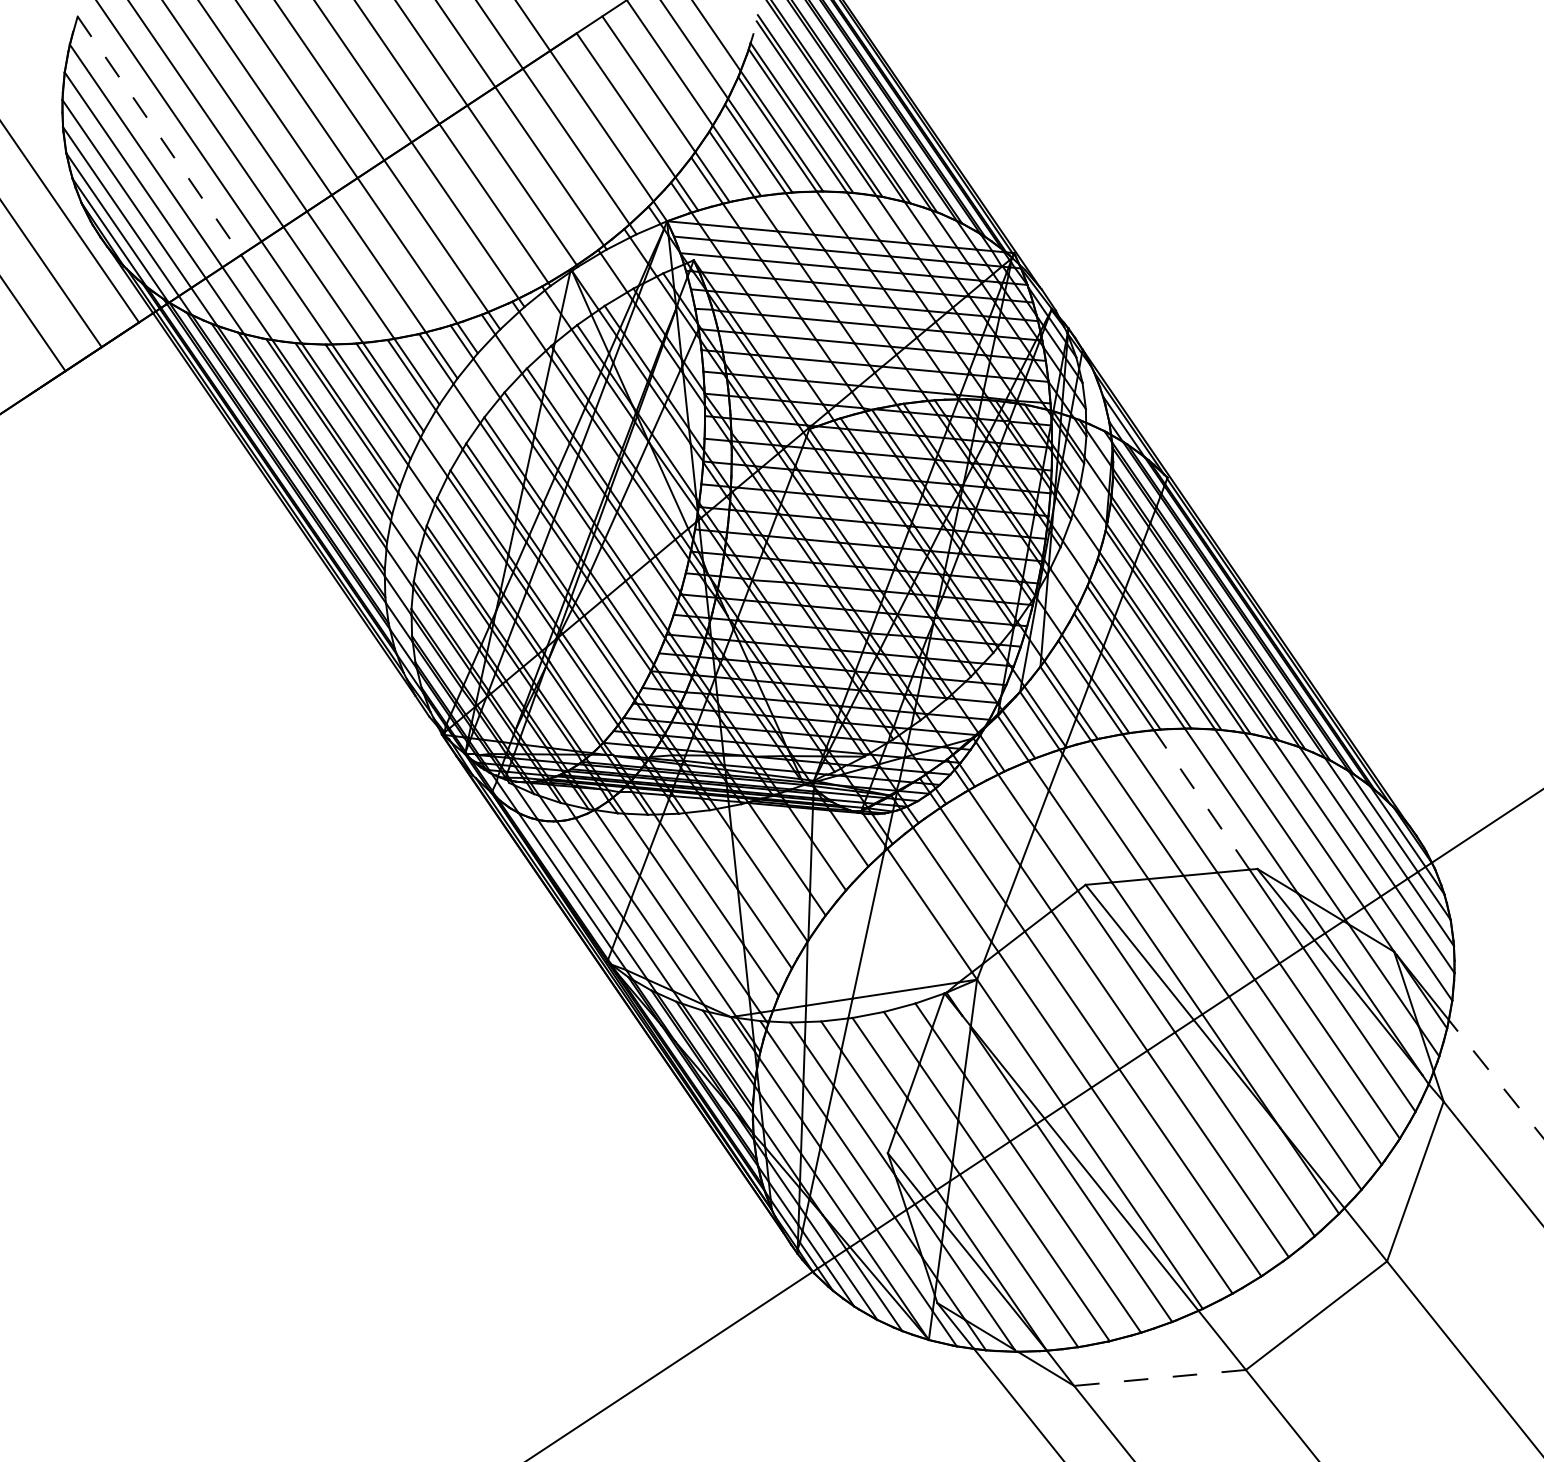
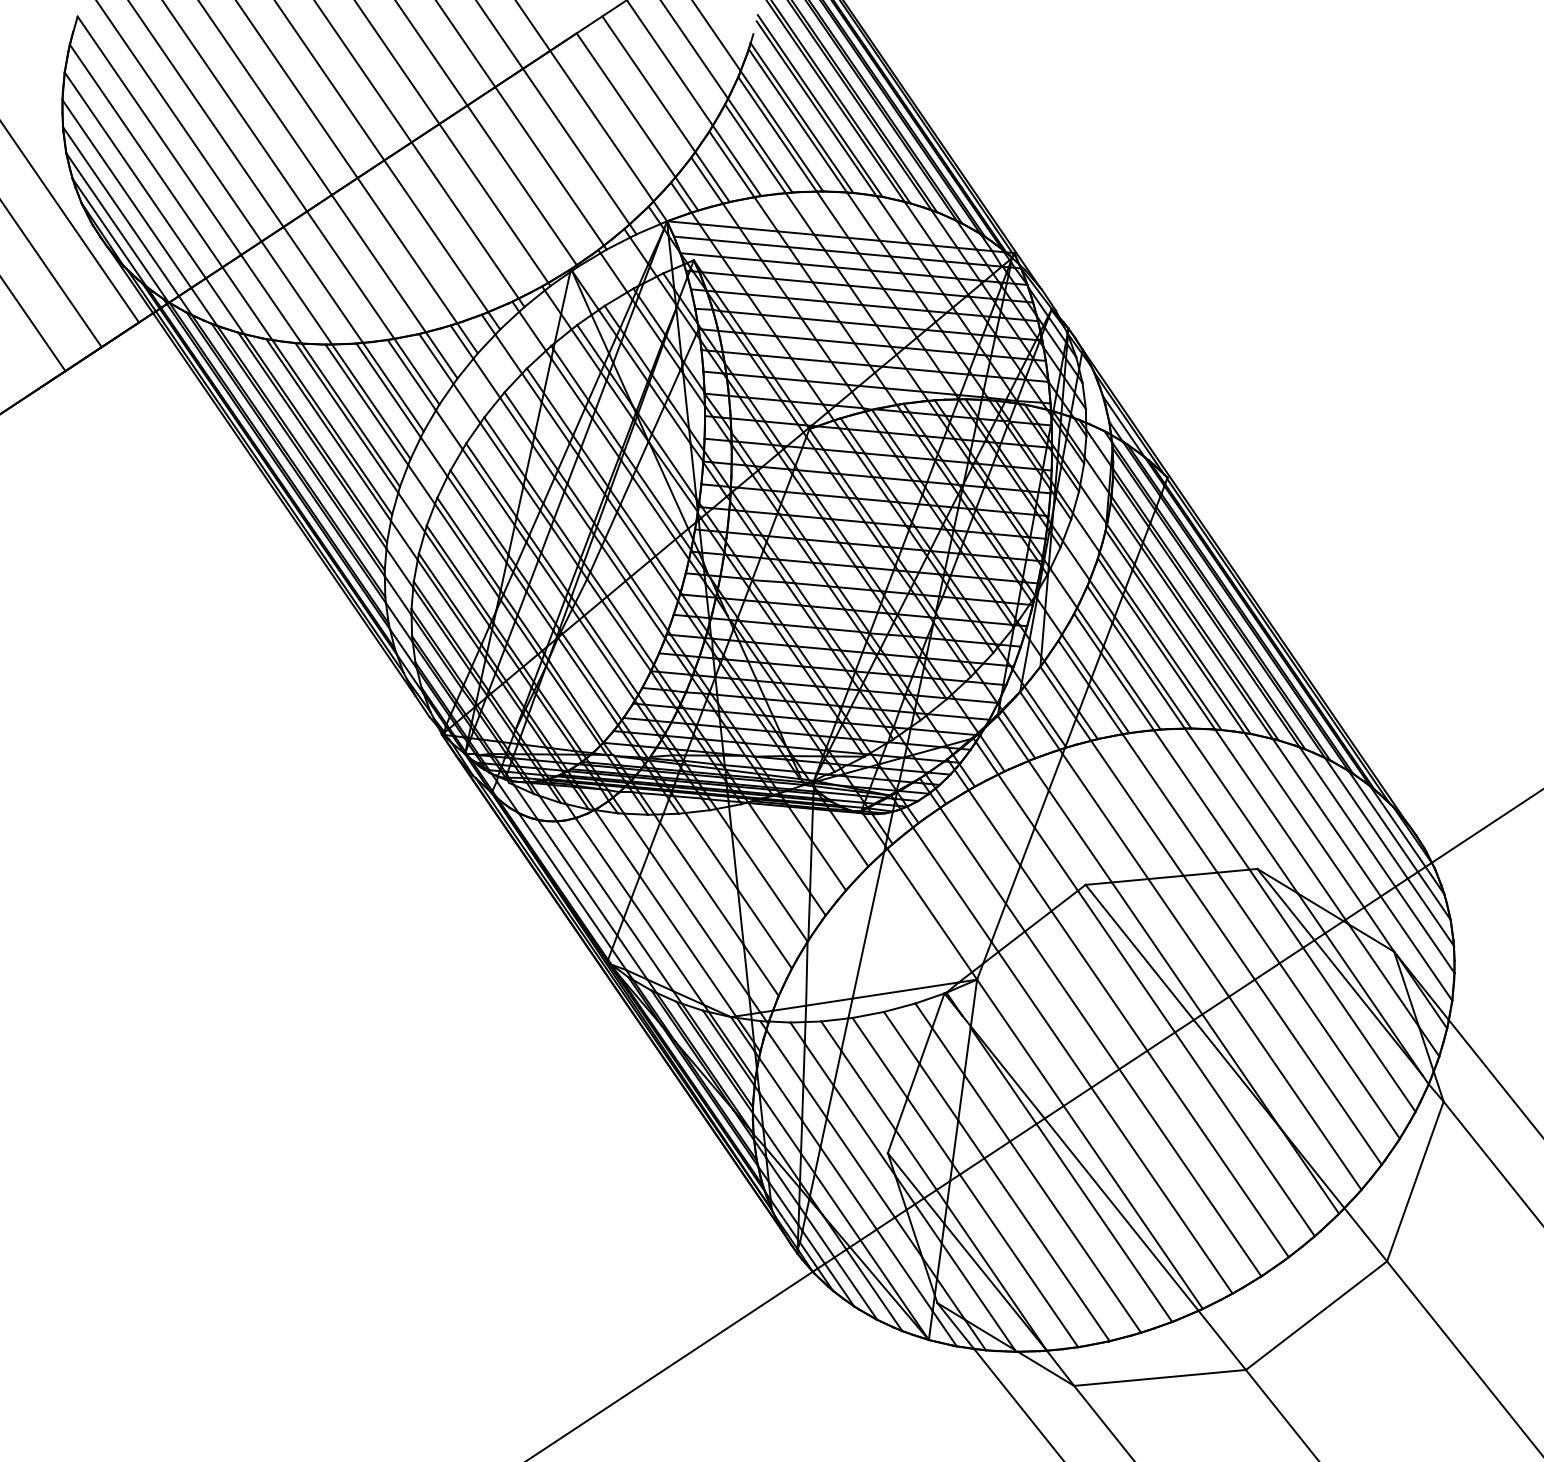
line at (159, 135): dashed -> solid
line at (1201, 799): dashed -> solid
line at (1496, 1079): dashed -> solid
line at (1159, 1377): dashed -> solid
